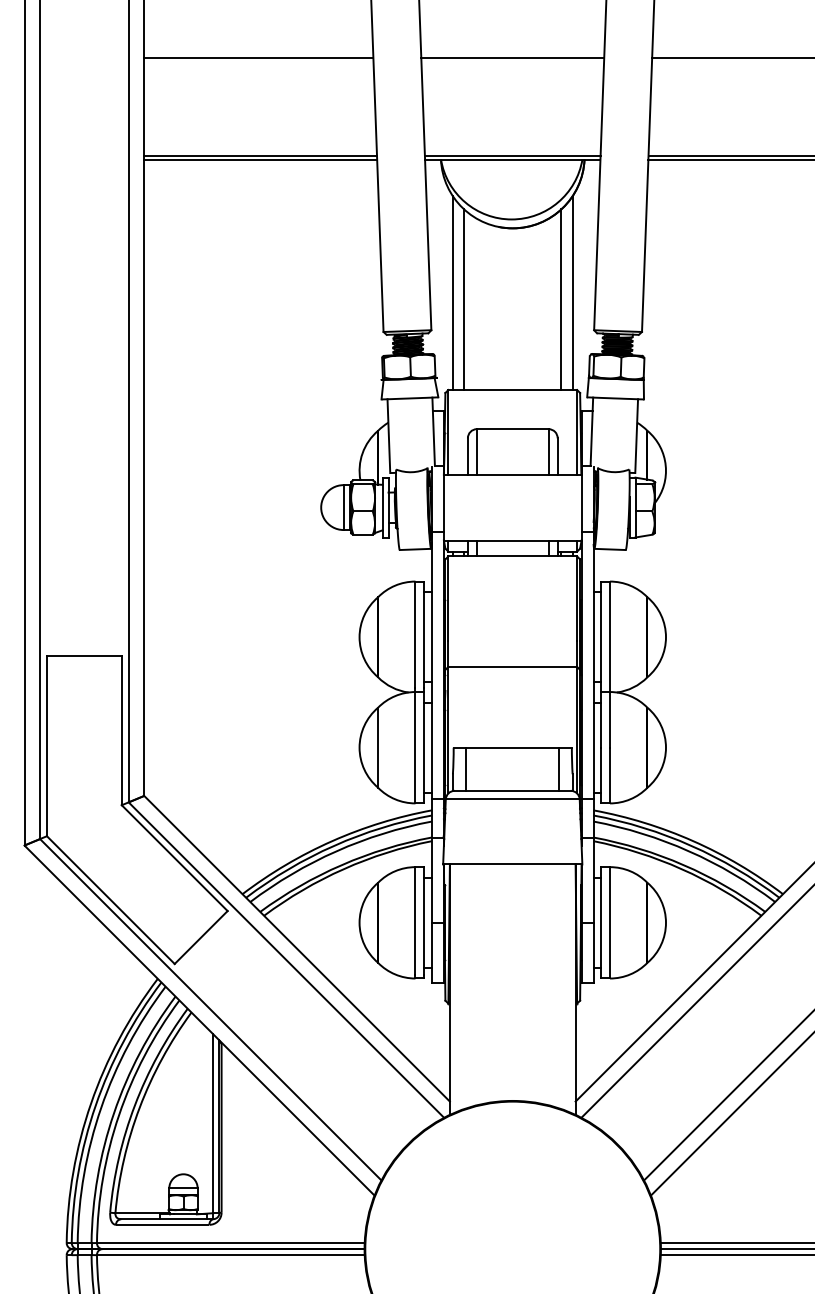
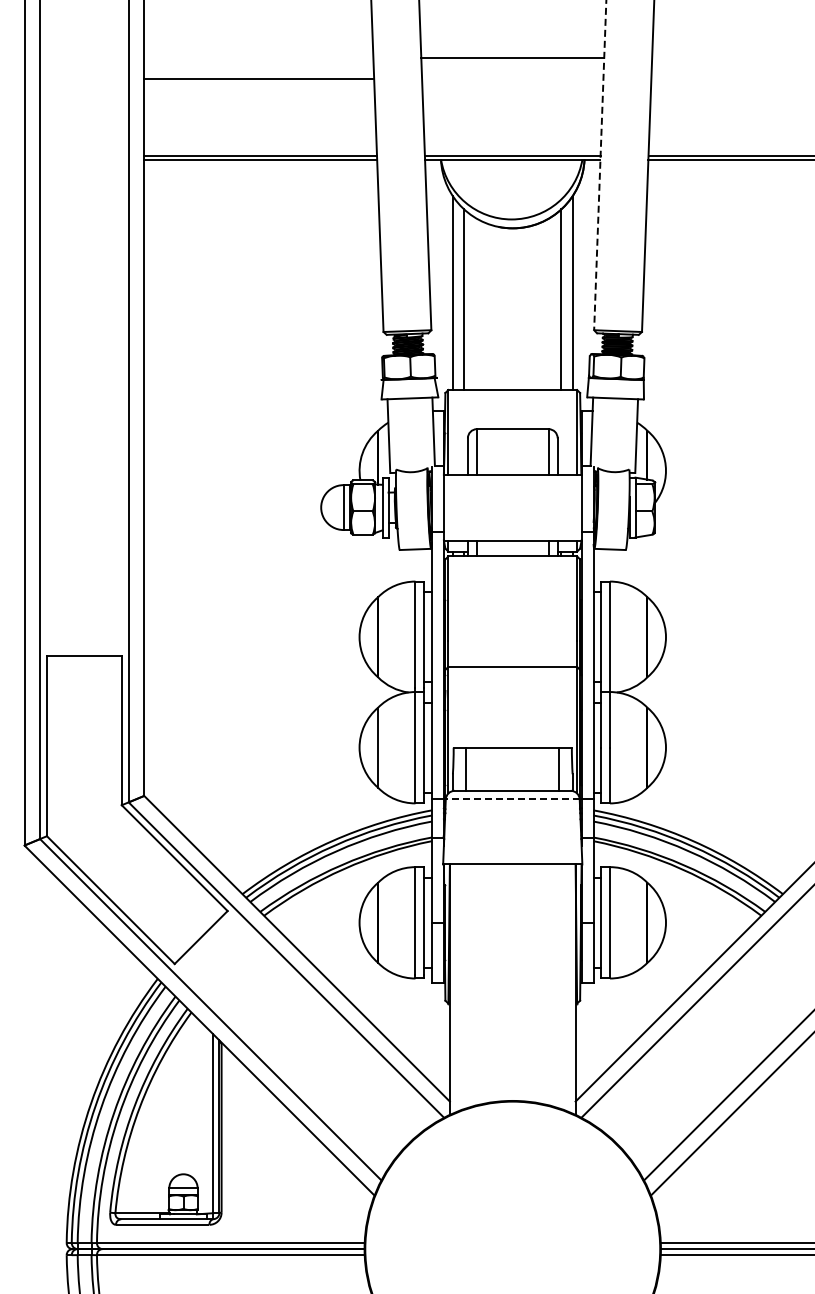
line at (258, 57) position: (258, 57) -> (258, 78)
line at (731, 57): present -> none
line at (600, 165): solid -> dashed
line at (512, 799): solid -> dashed
